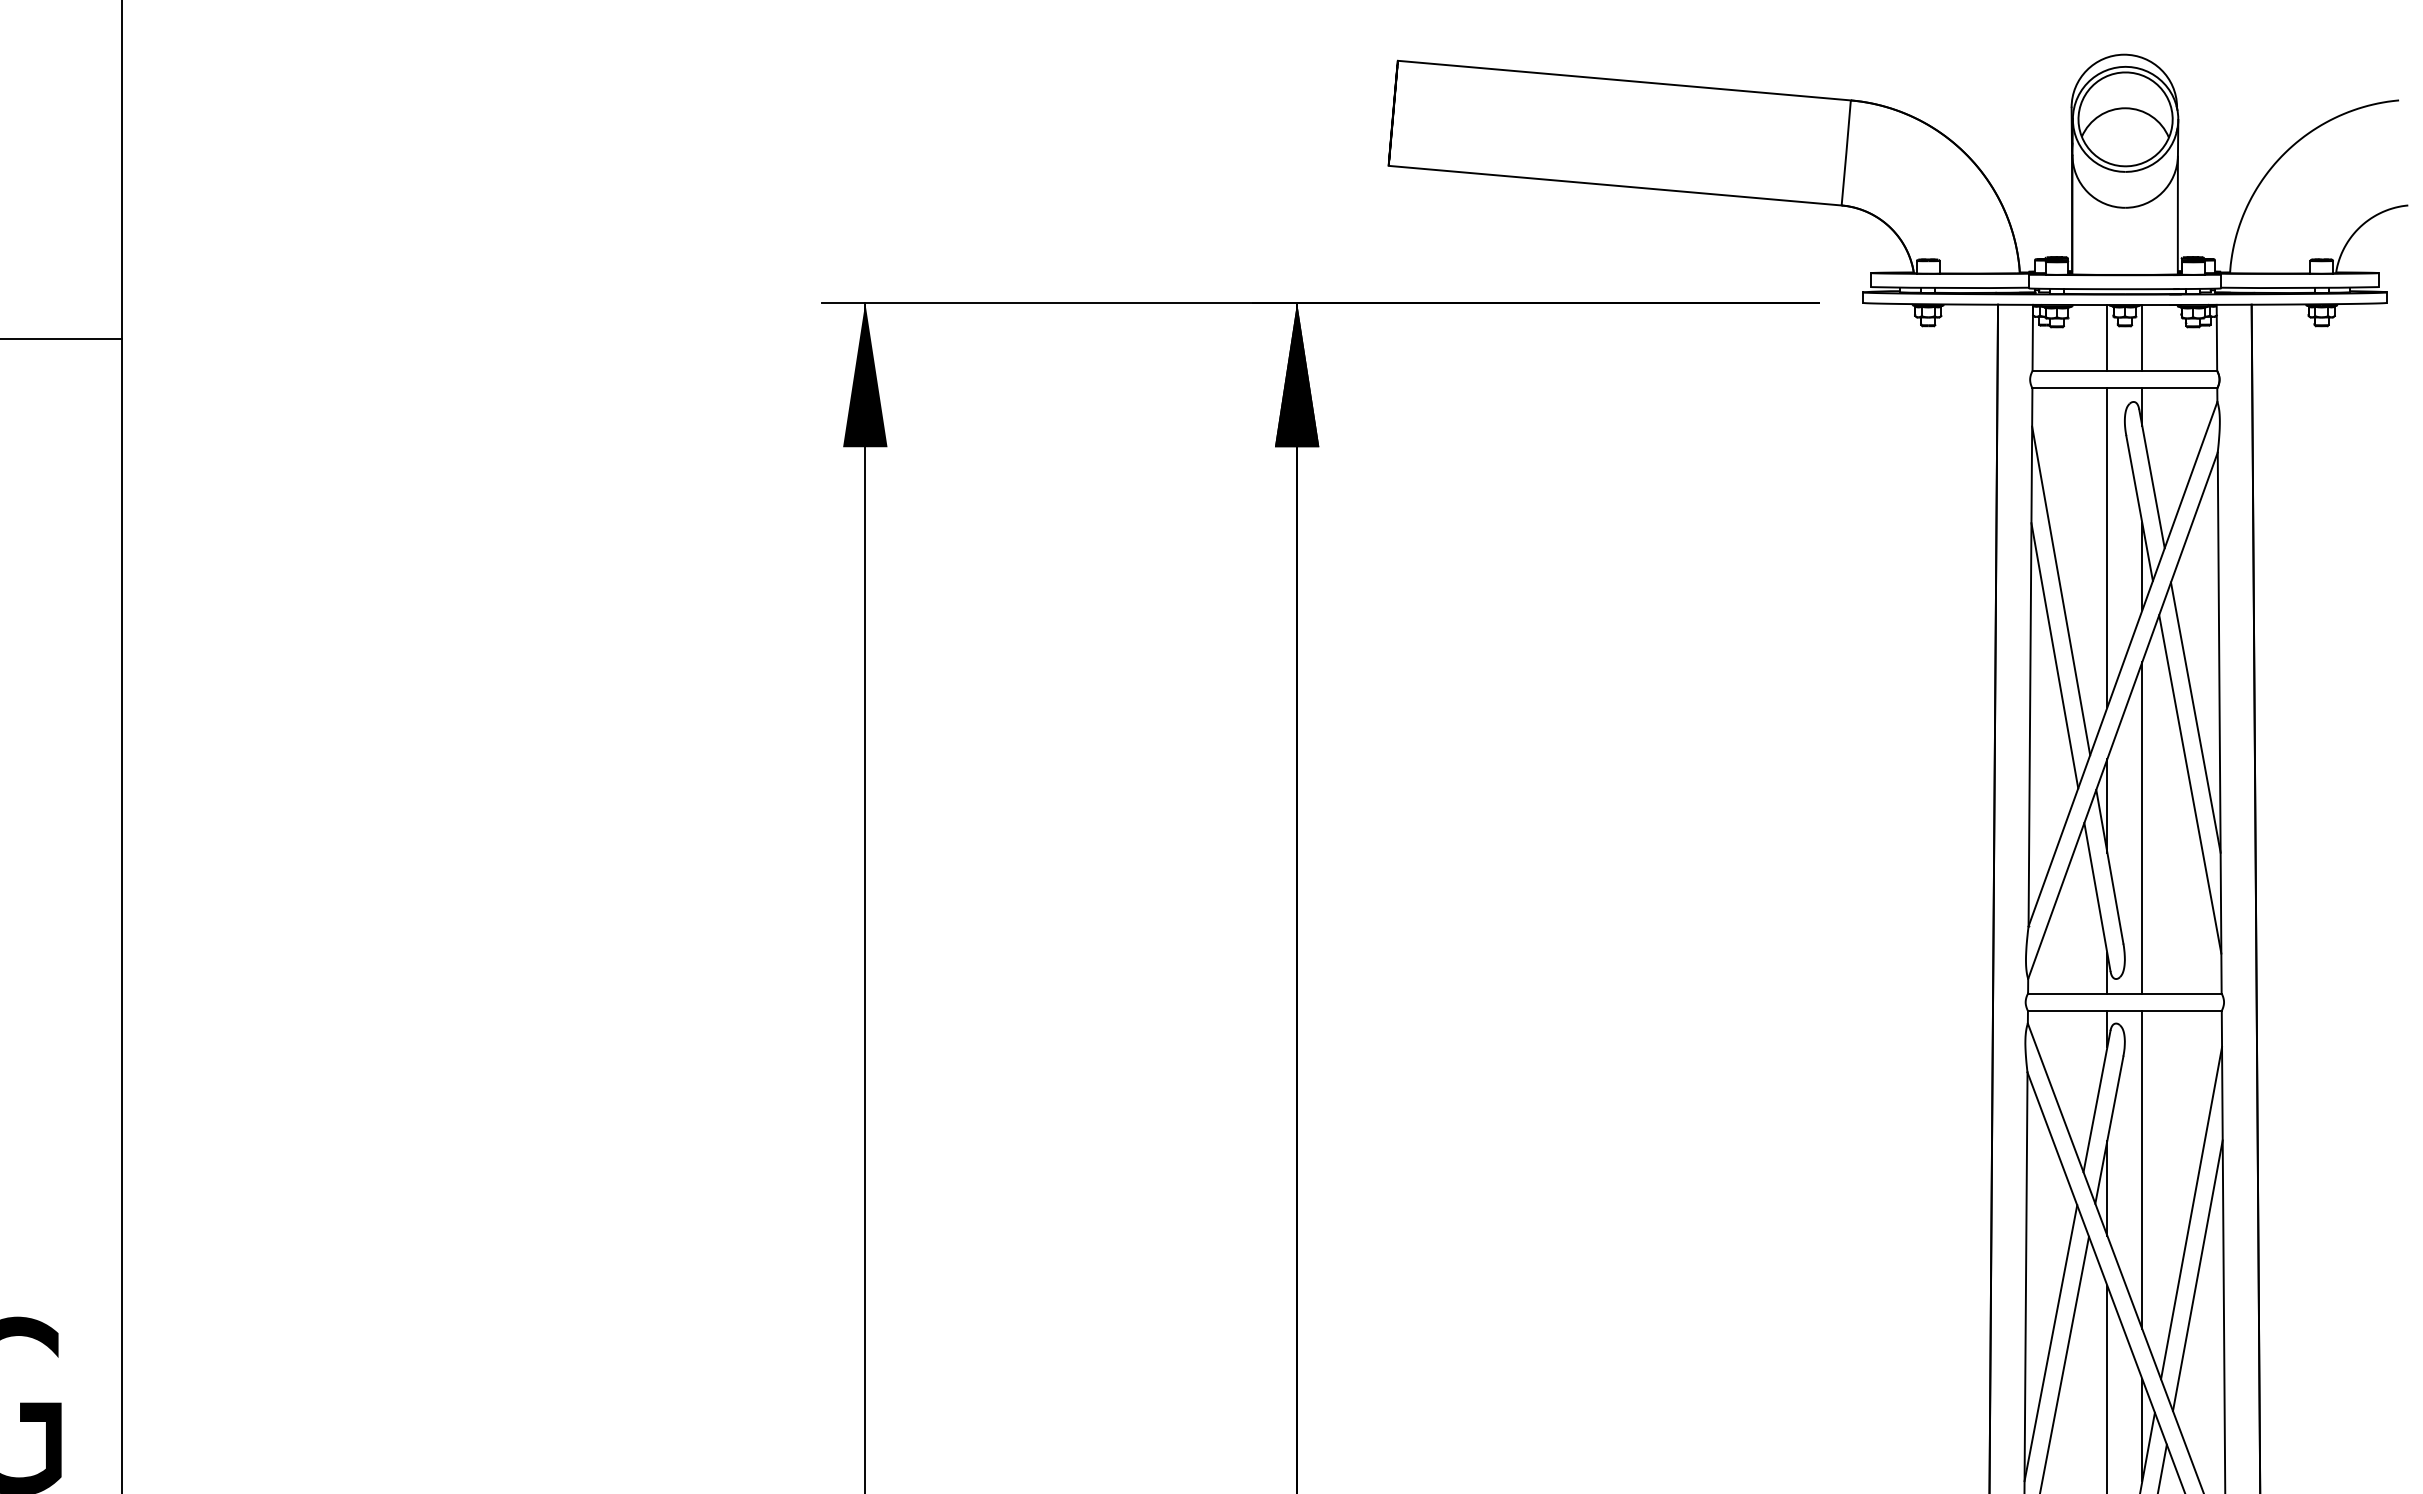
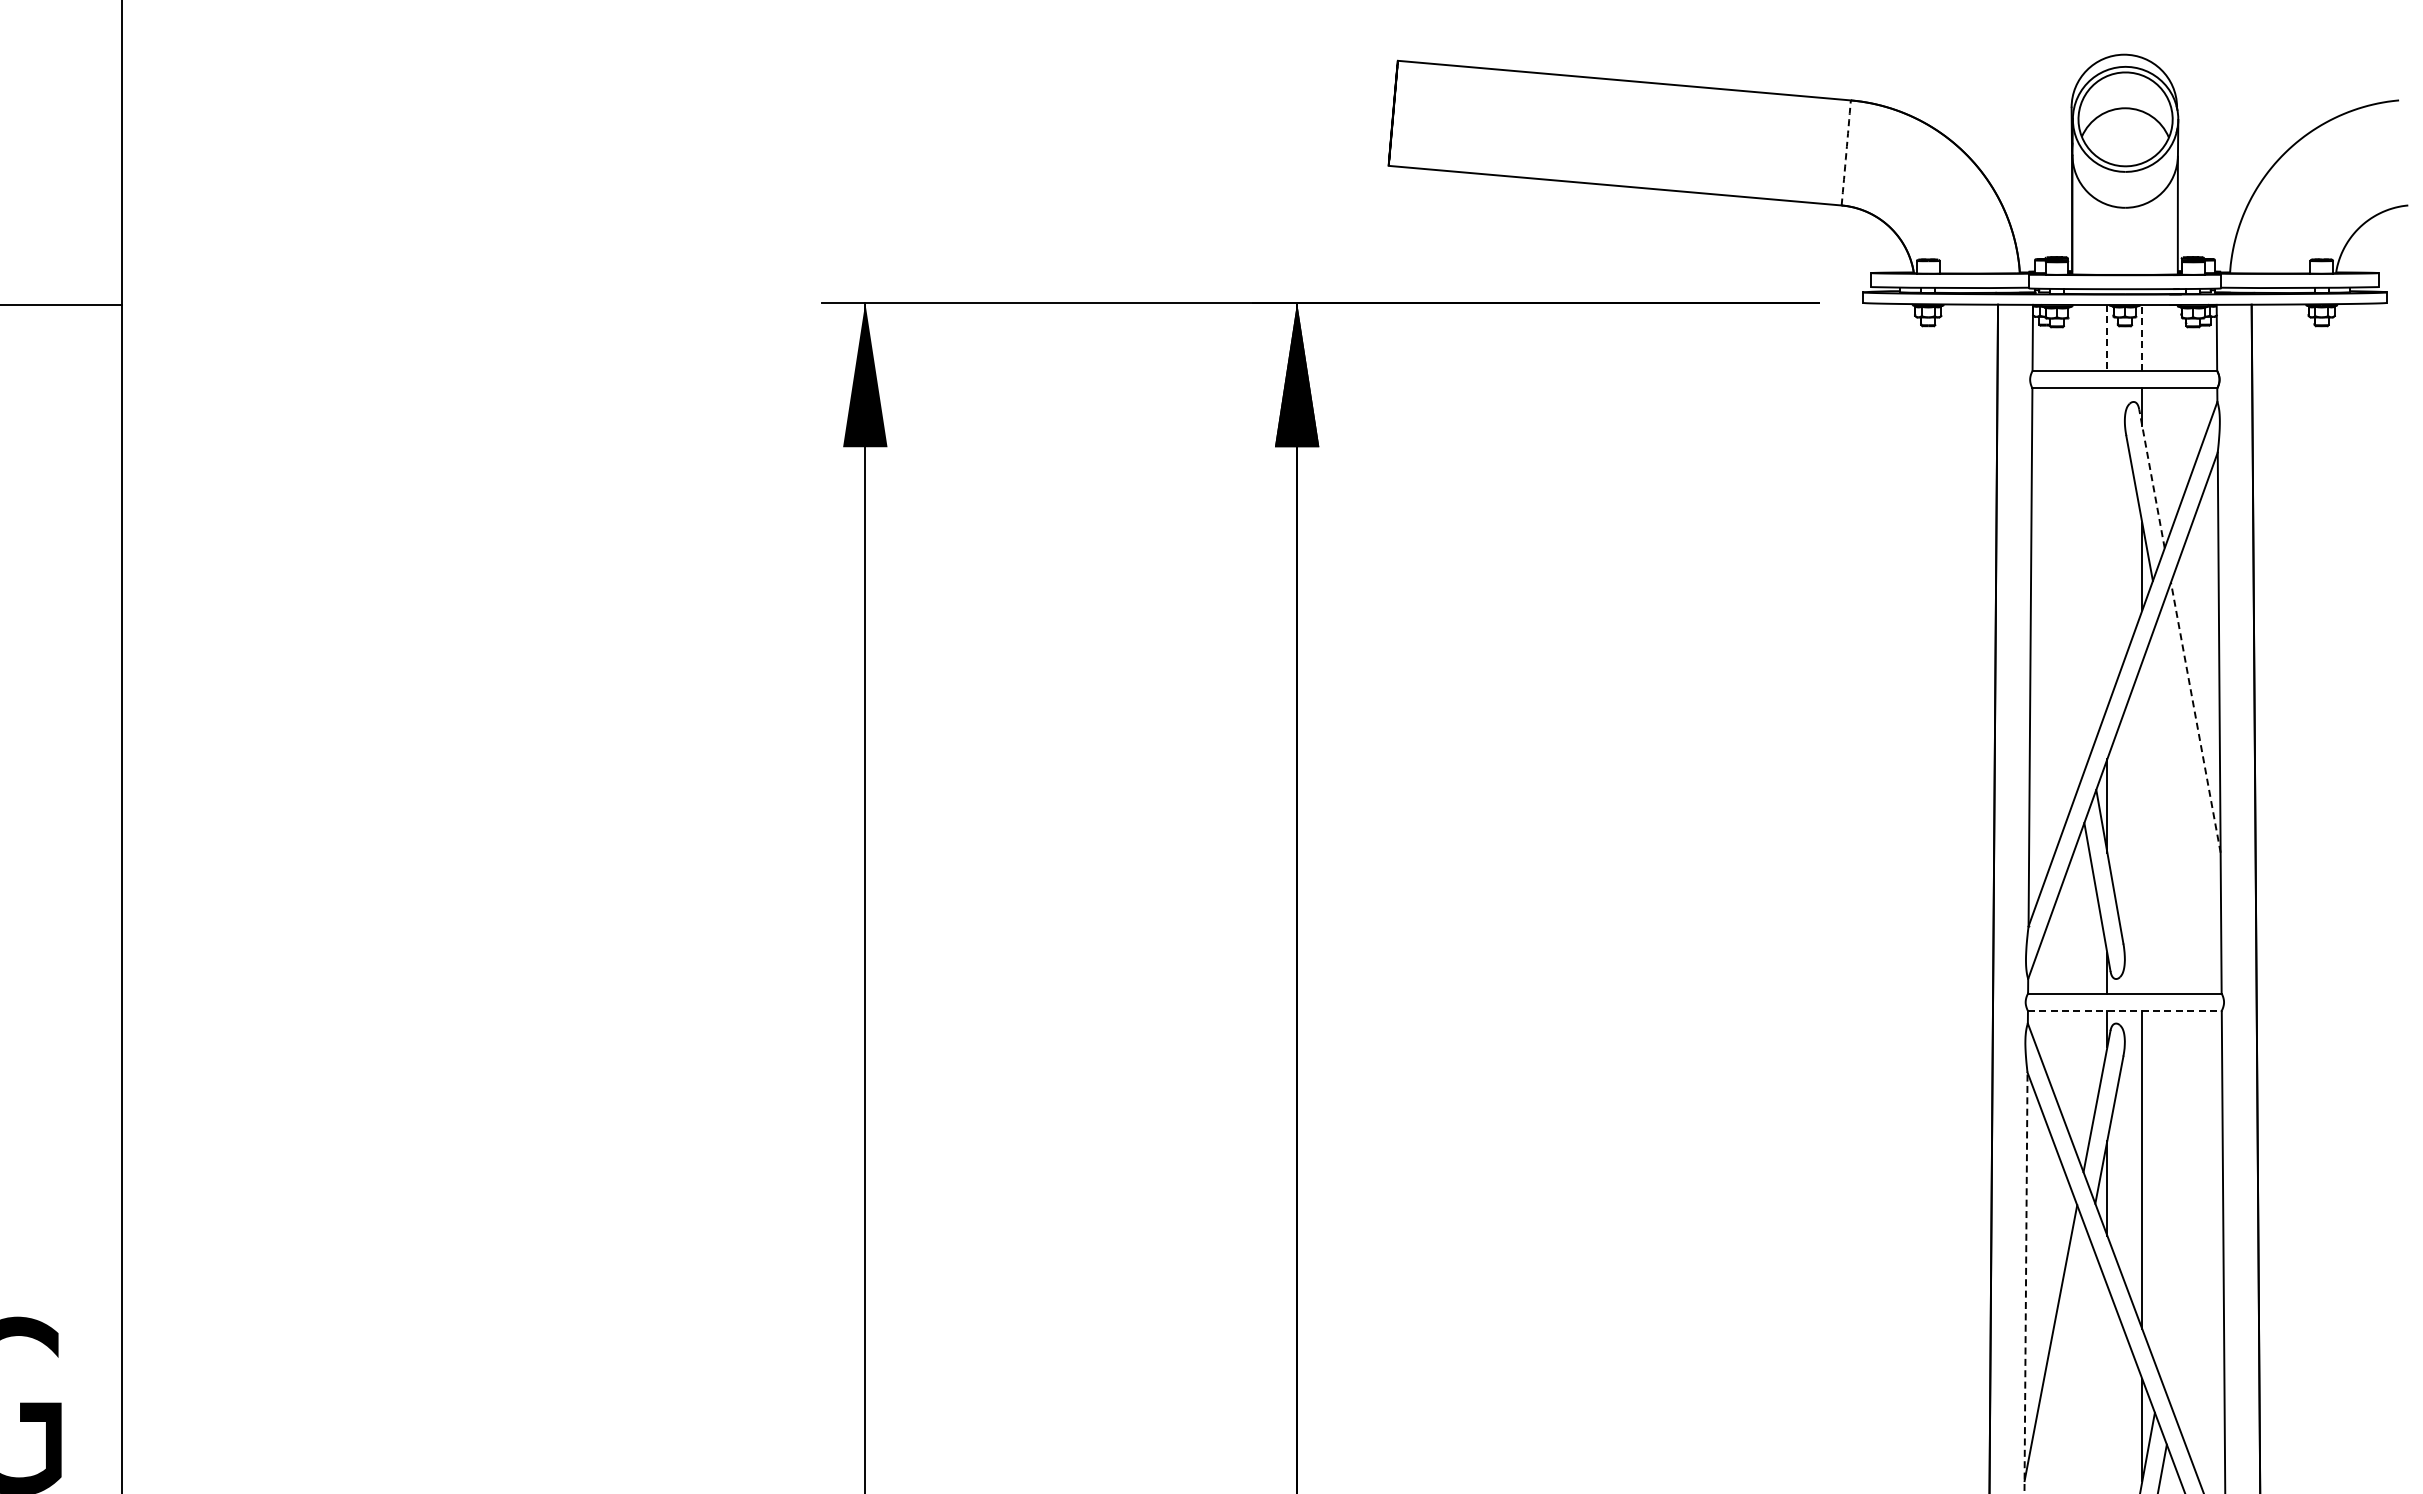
arc at (1846, 152): solid -> dashed
line at (2107, 337): solid -> dashed
line at (2142, 337): solid -> dashed
line at (62, 338) position: (62, 338) -> (62, 304)
line at (2151, 478): solid -> dashed
line at (2107, 547): present -> none
line at (2061, 590): present -> none
line at (2054, 655): present -> none
line at (2195, 717): solid -> dashed
line at (2190, 784): present -> none
line at (2142, 827): present -> none
line at (2124, 1011): solid -> dashed
line at (2191, 1213): present -> none
line at (2197, 1275): present -> none
line at (2026, 1282): solid -> dashed
line at (2064, 1363): present -> none
line at (2107, 1387): present -> none
